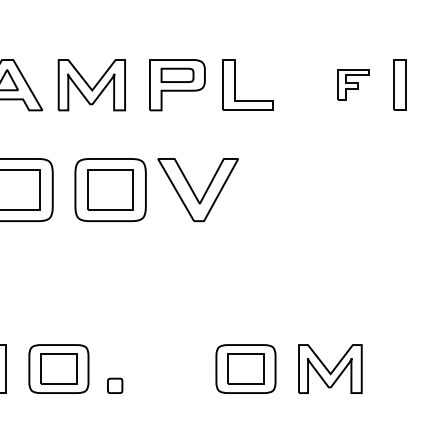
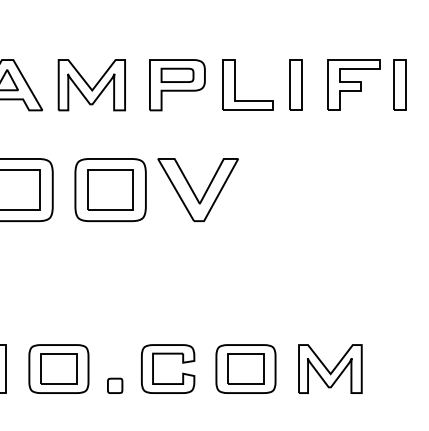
part at (295, 84): none -> present
part at (353, 84) size: 33x32 px -> 54x52 px
part at (168, 354): none -> present
